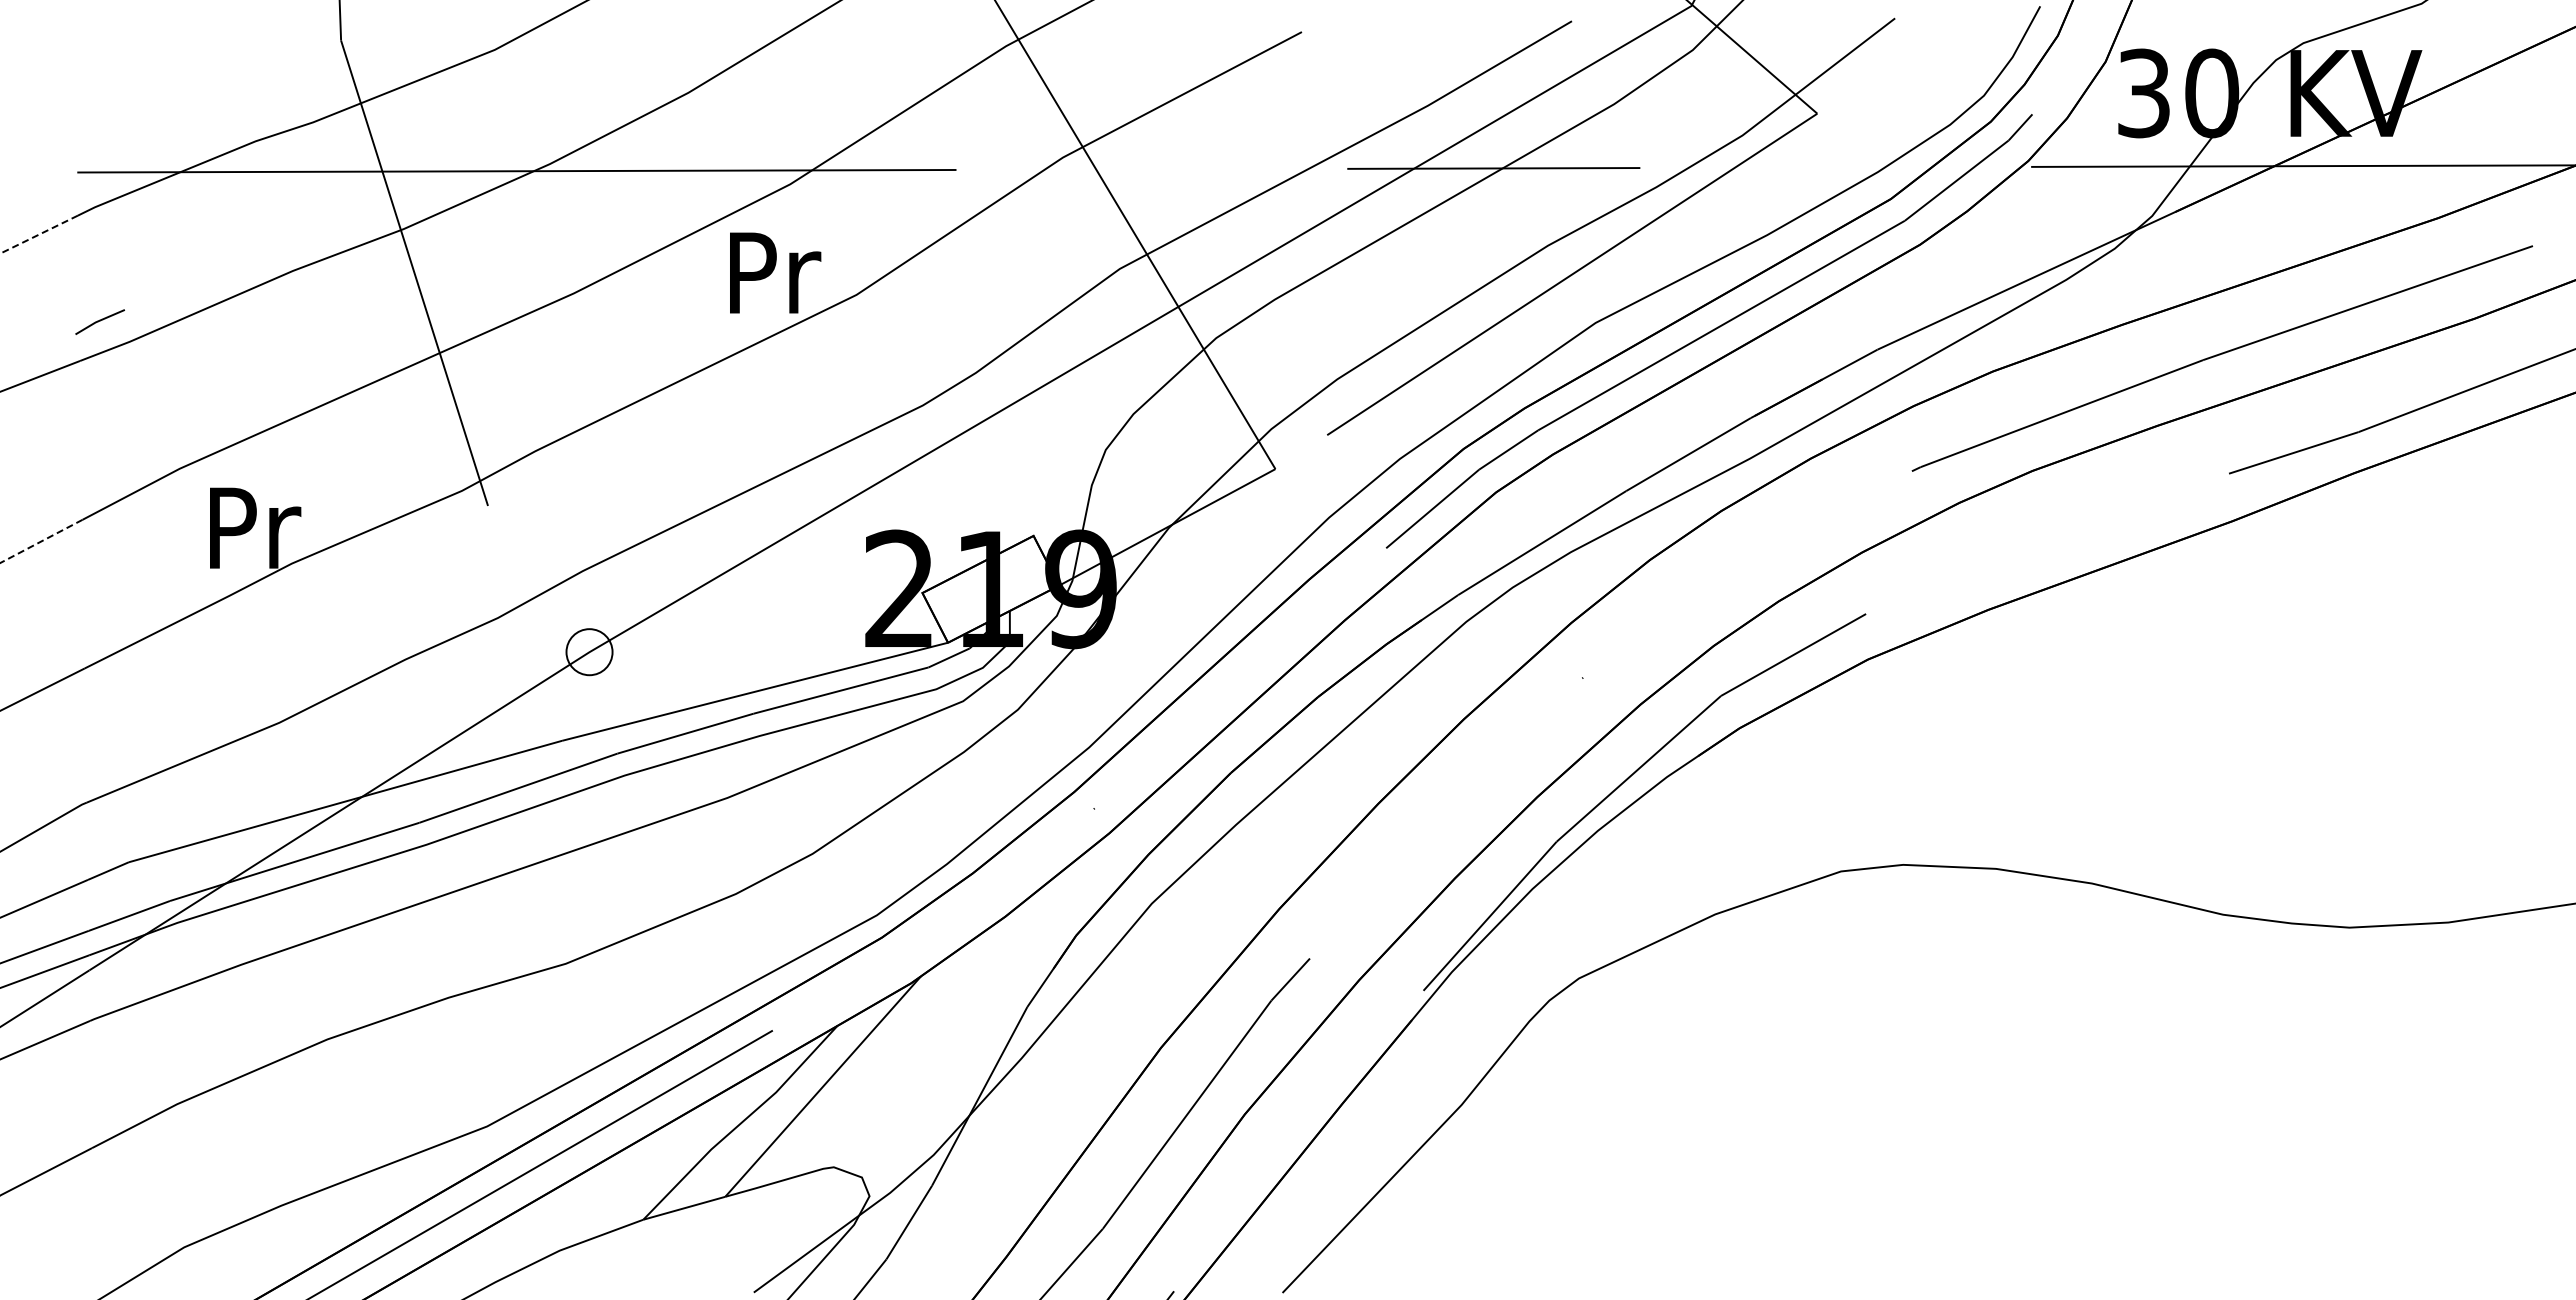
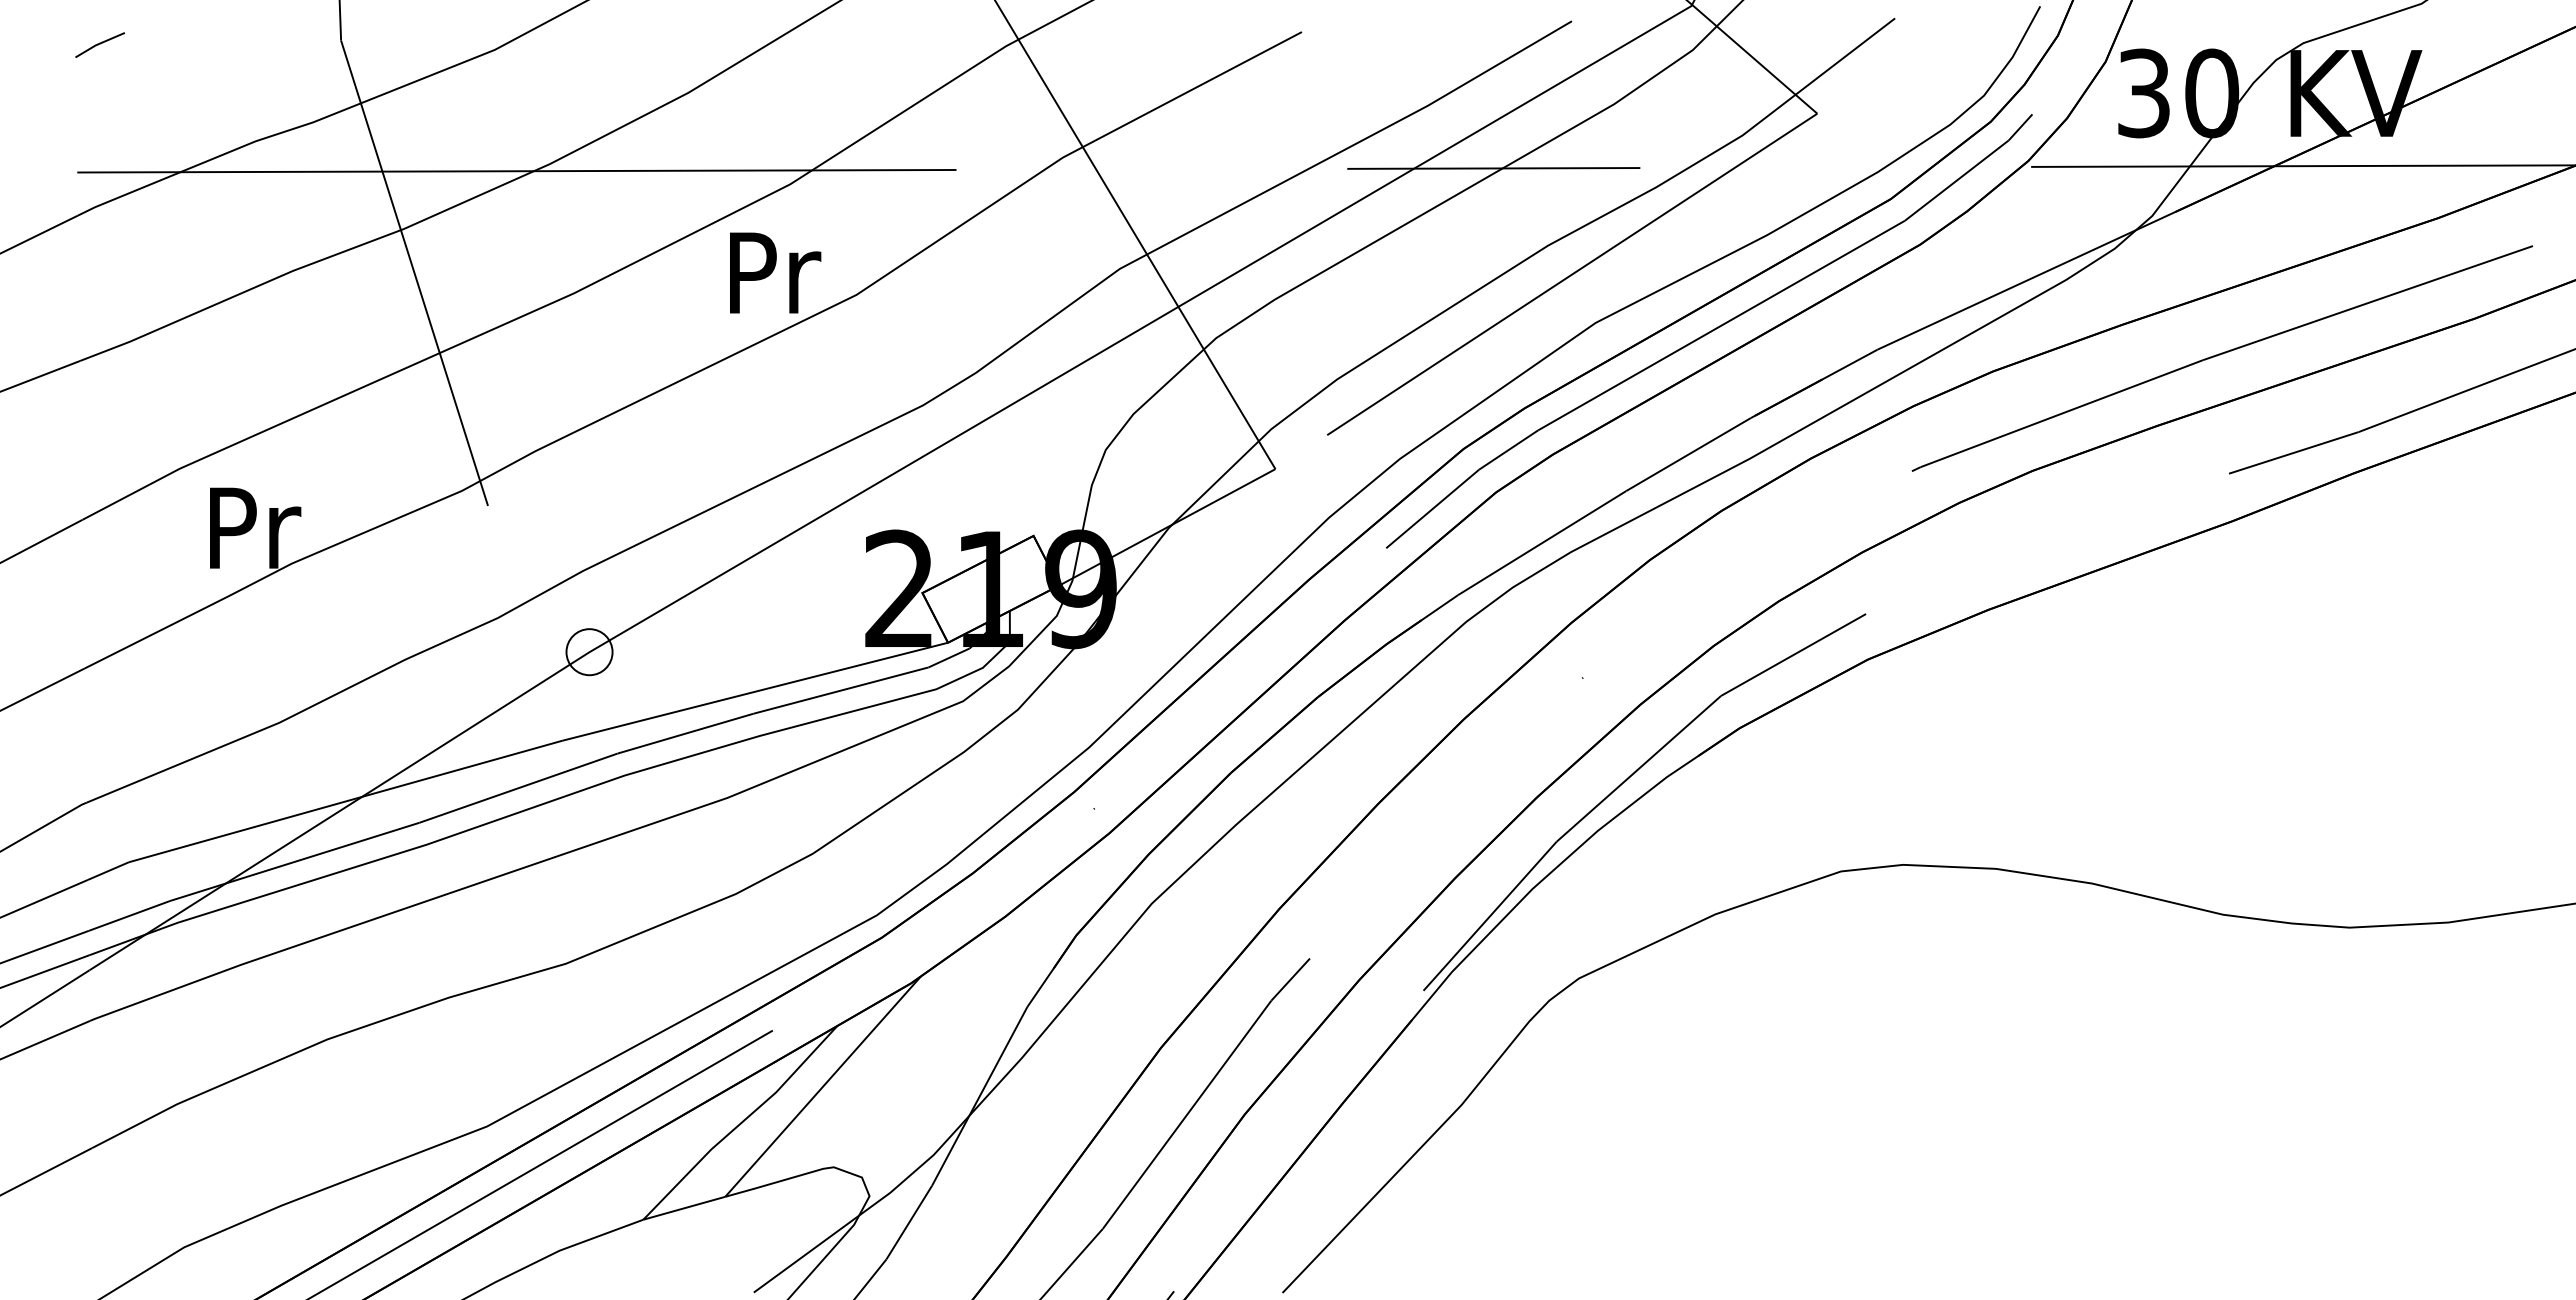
line at (38, 234): dashed -> solid
line at (99, 321) position: (99, 321) -> (99, 44)
line at (40, 541): dashed -> solid
